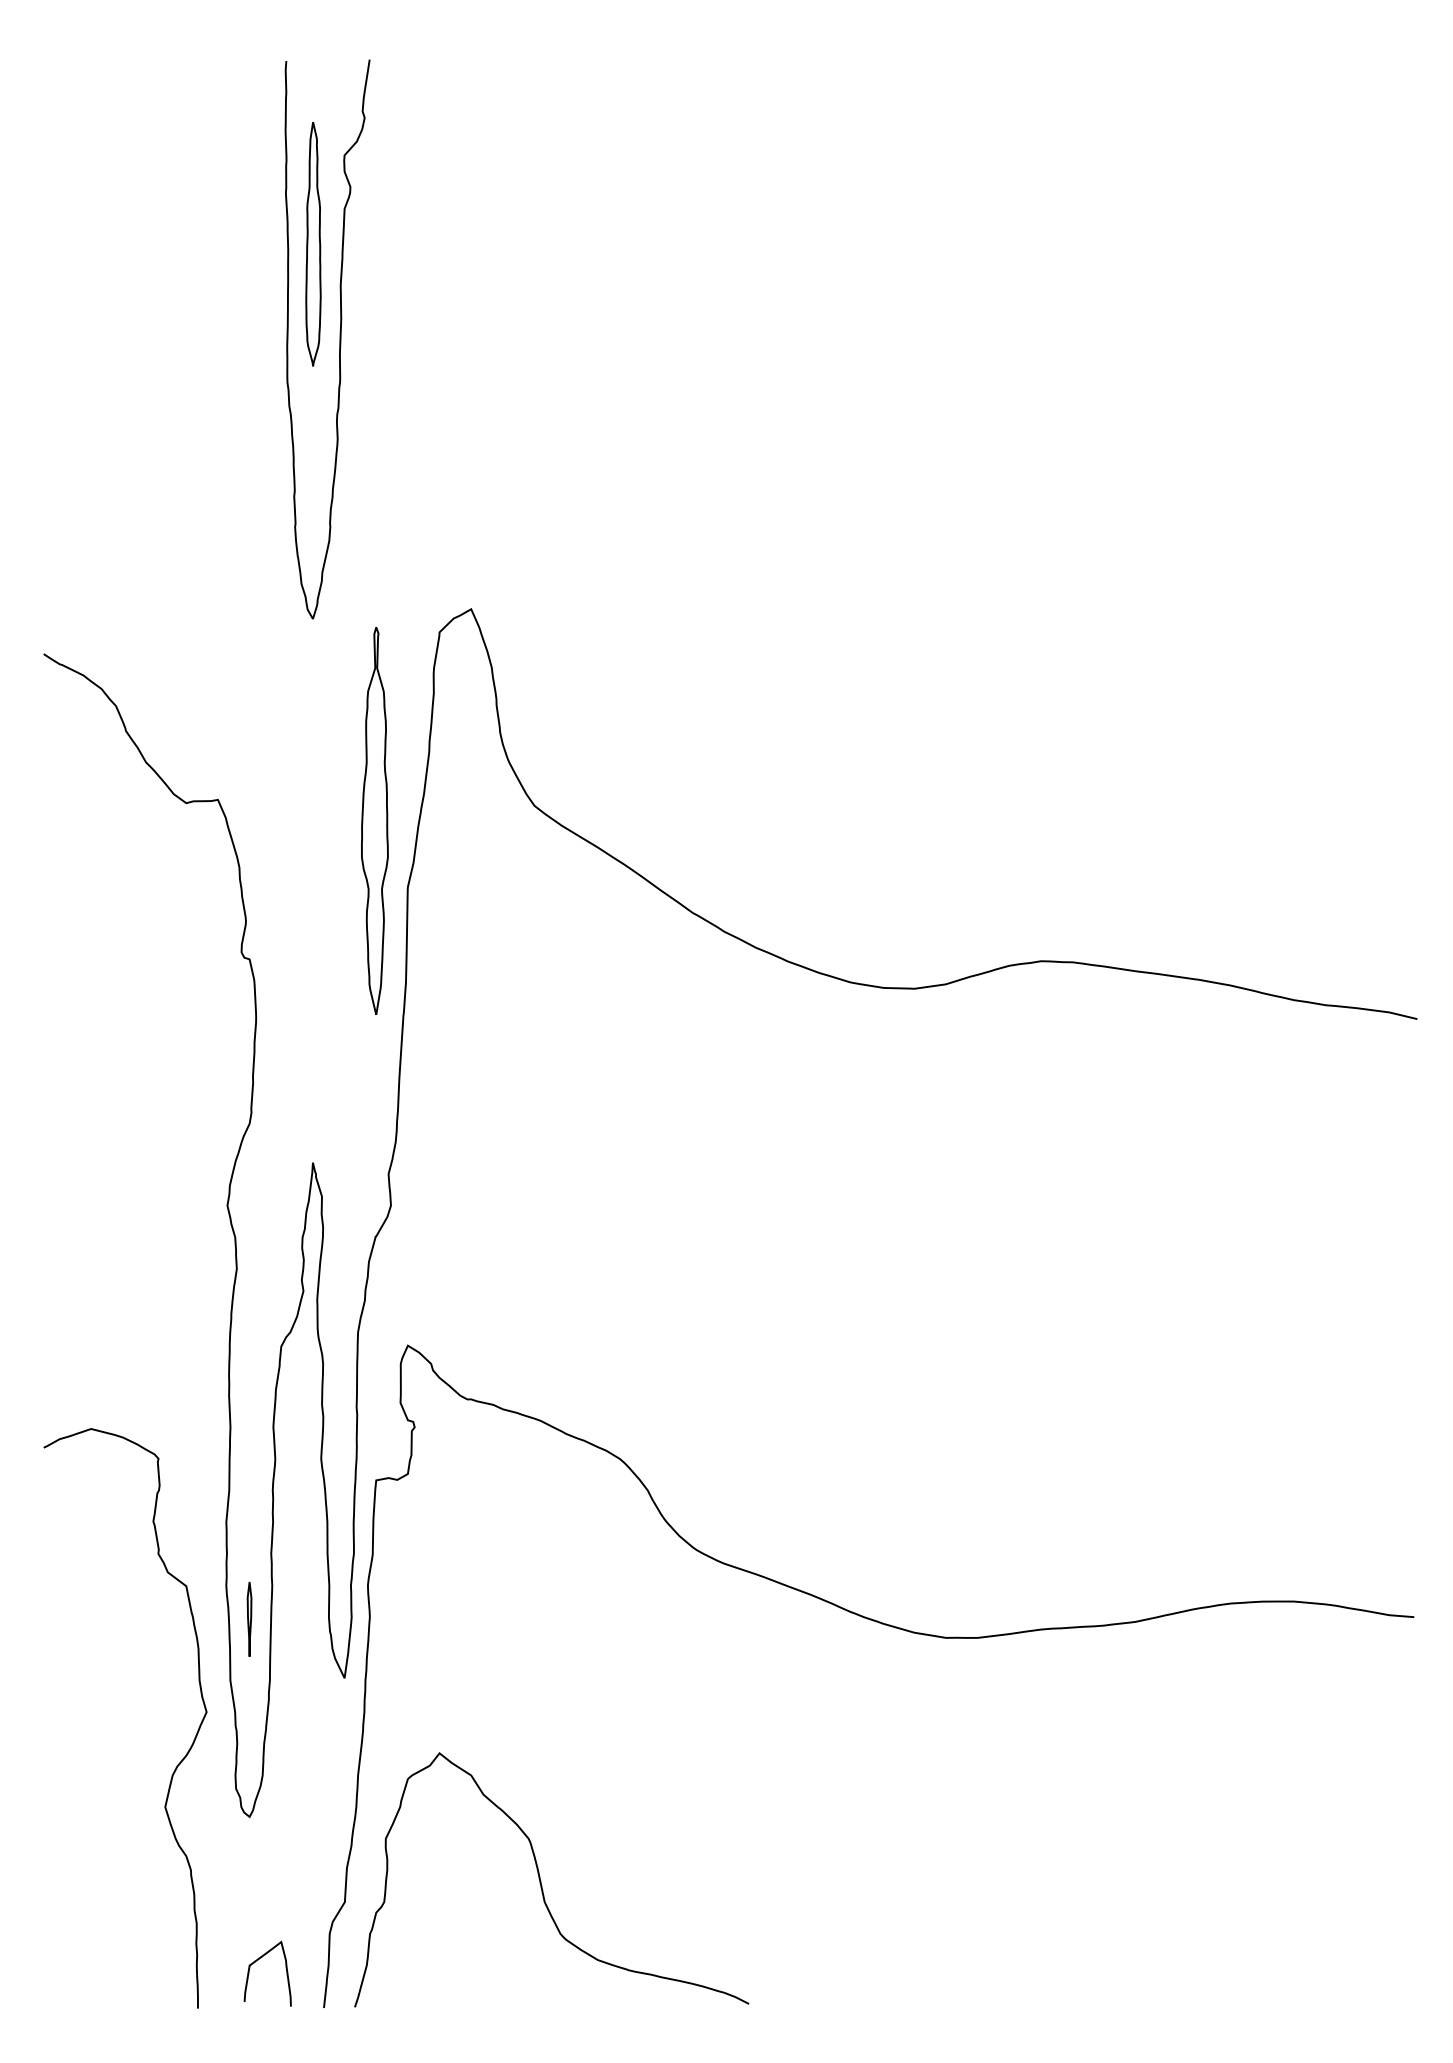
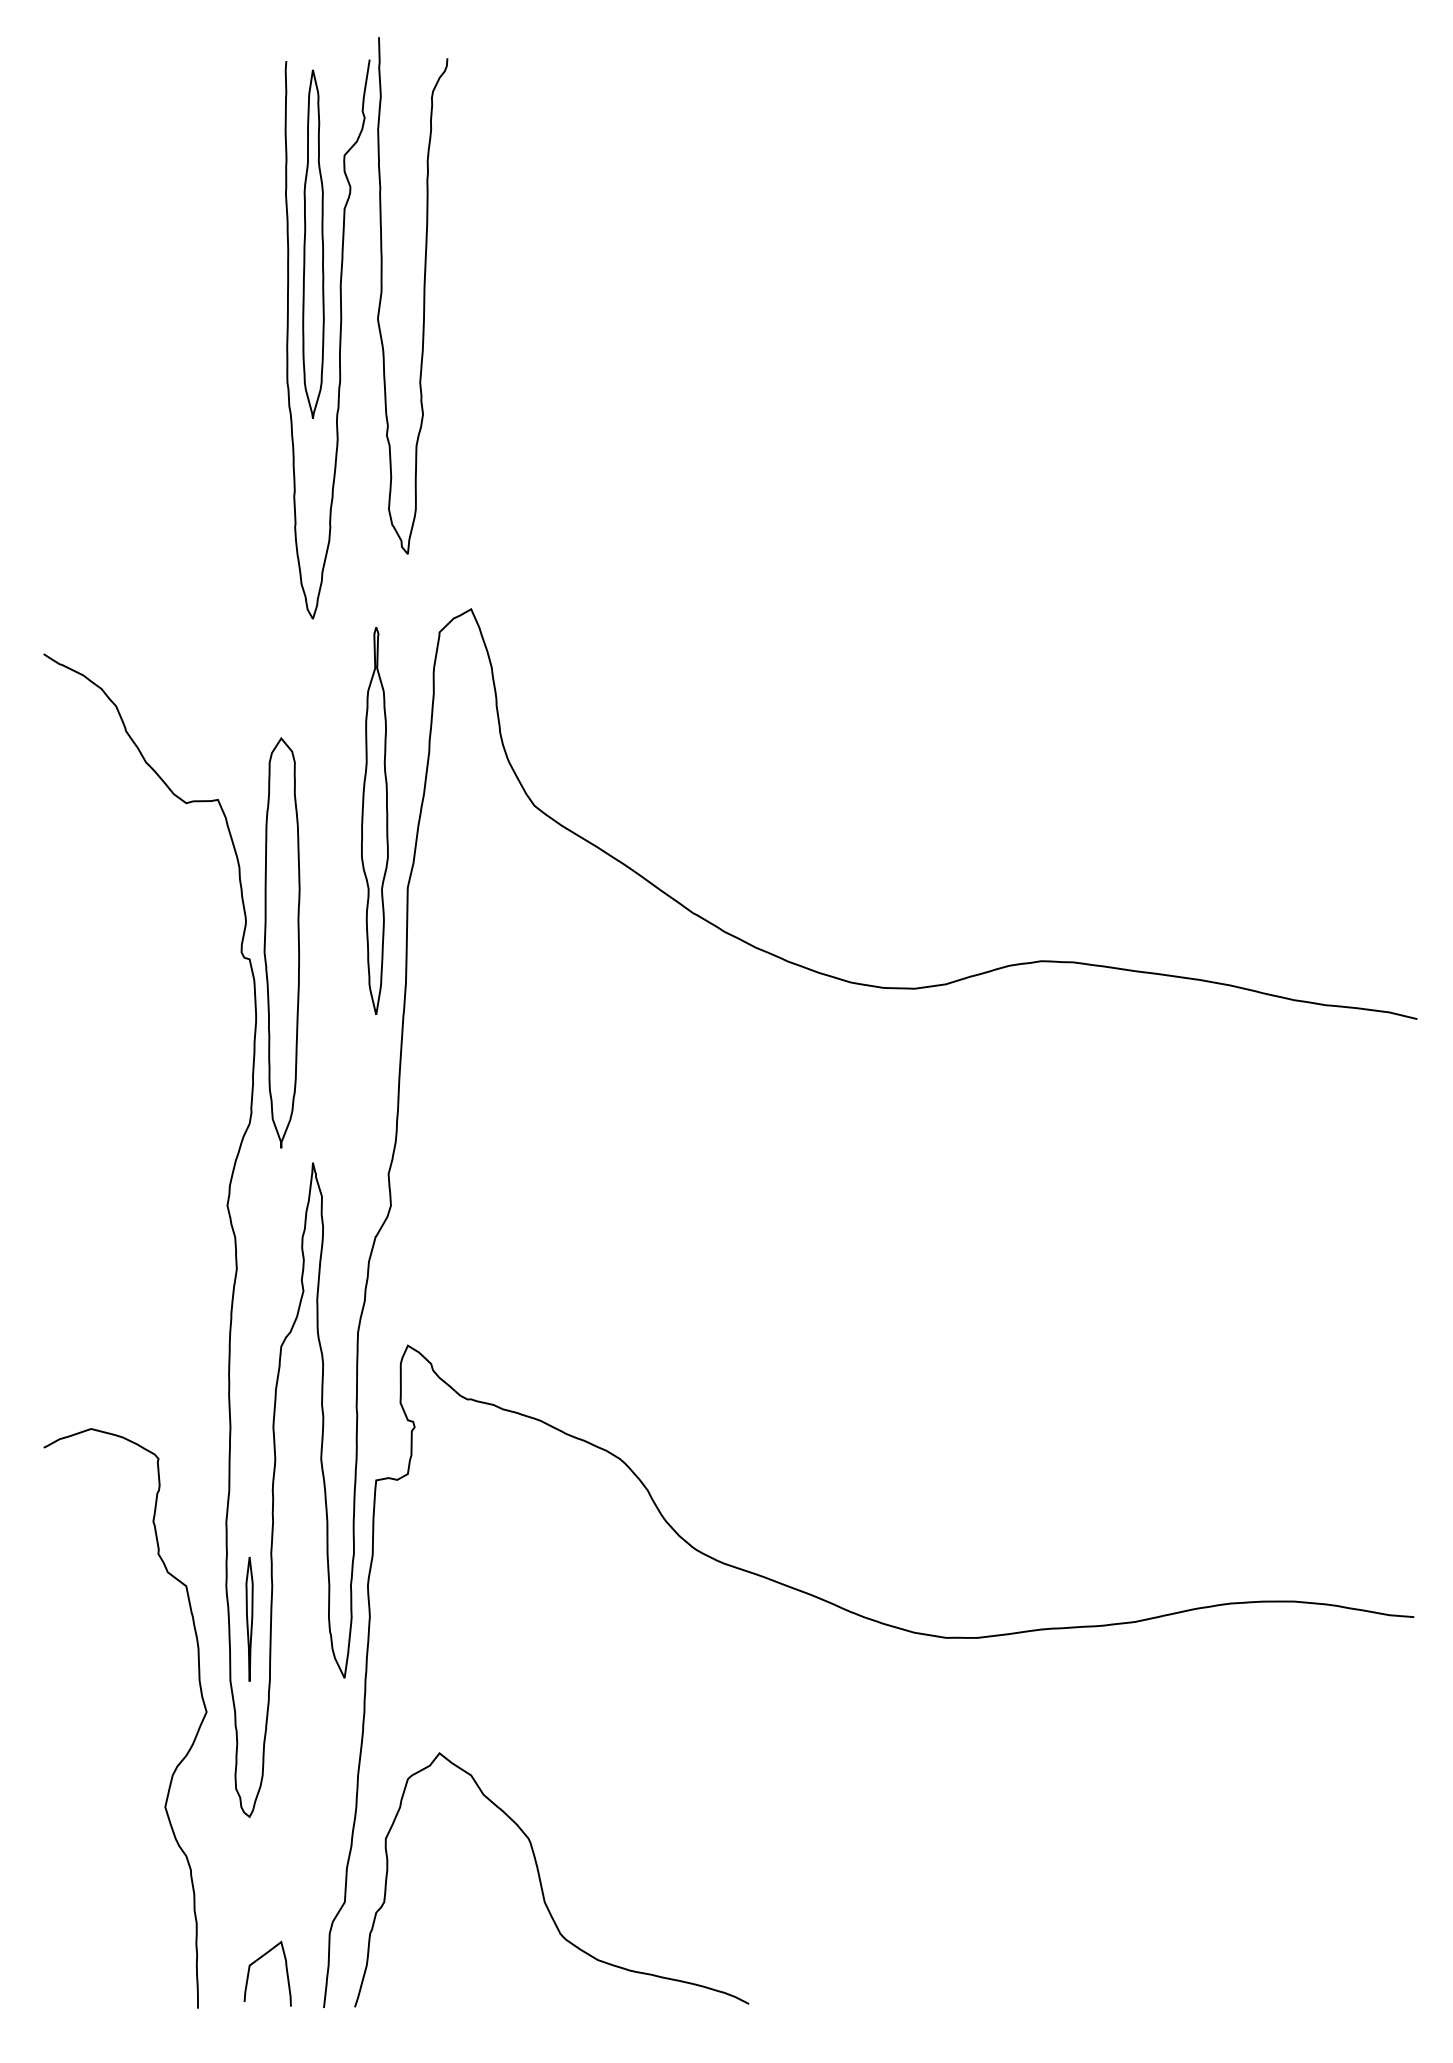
part at (313, 244) size: 17x245 px -> 23x350 px
curve at (423, 295): none -> present
part at (281, 942): none -> present
part at (249, 1619) size: 7x75 px -> 9x125 px
